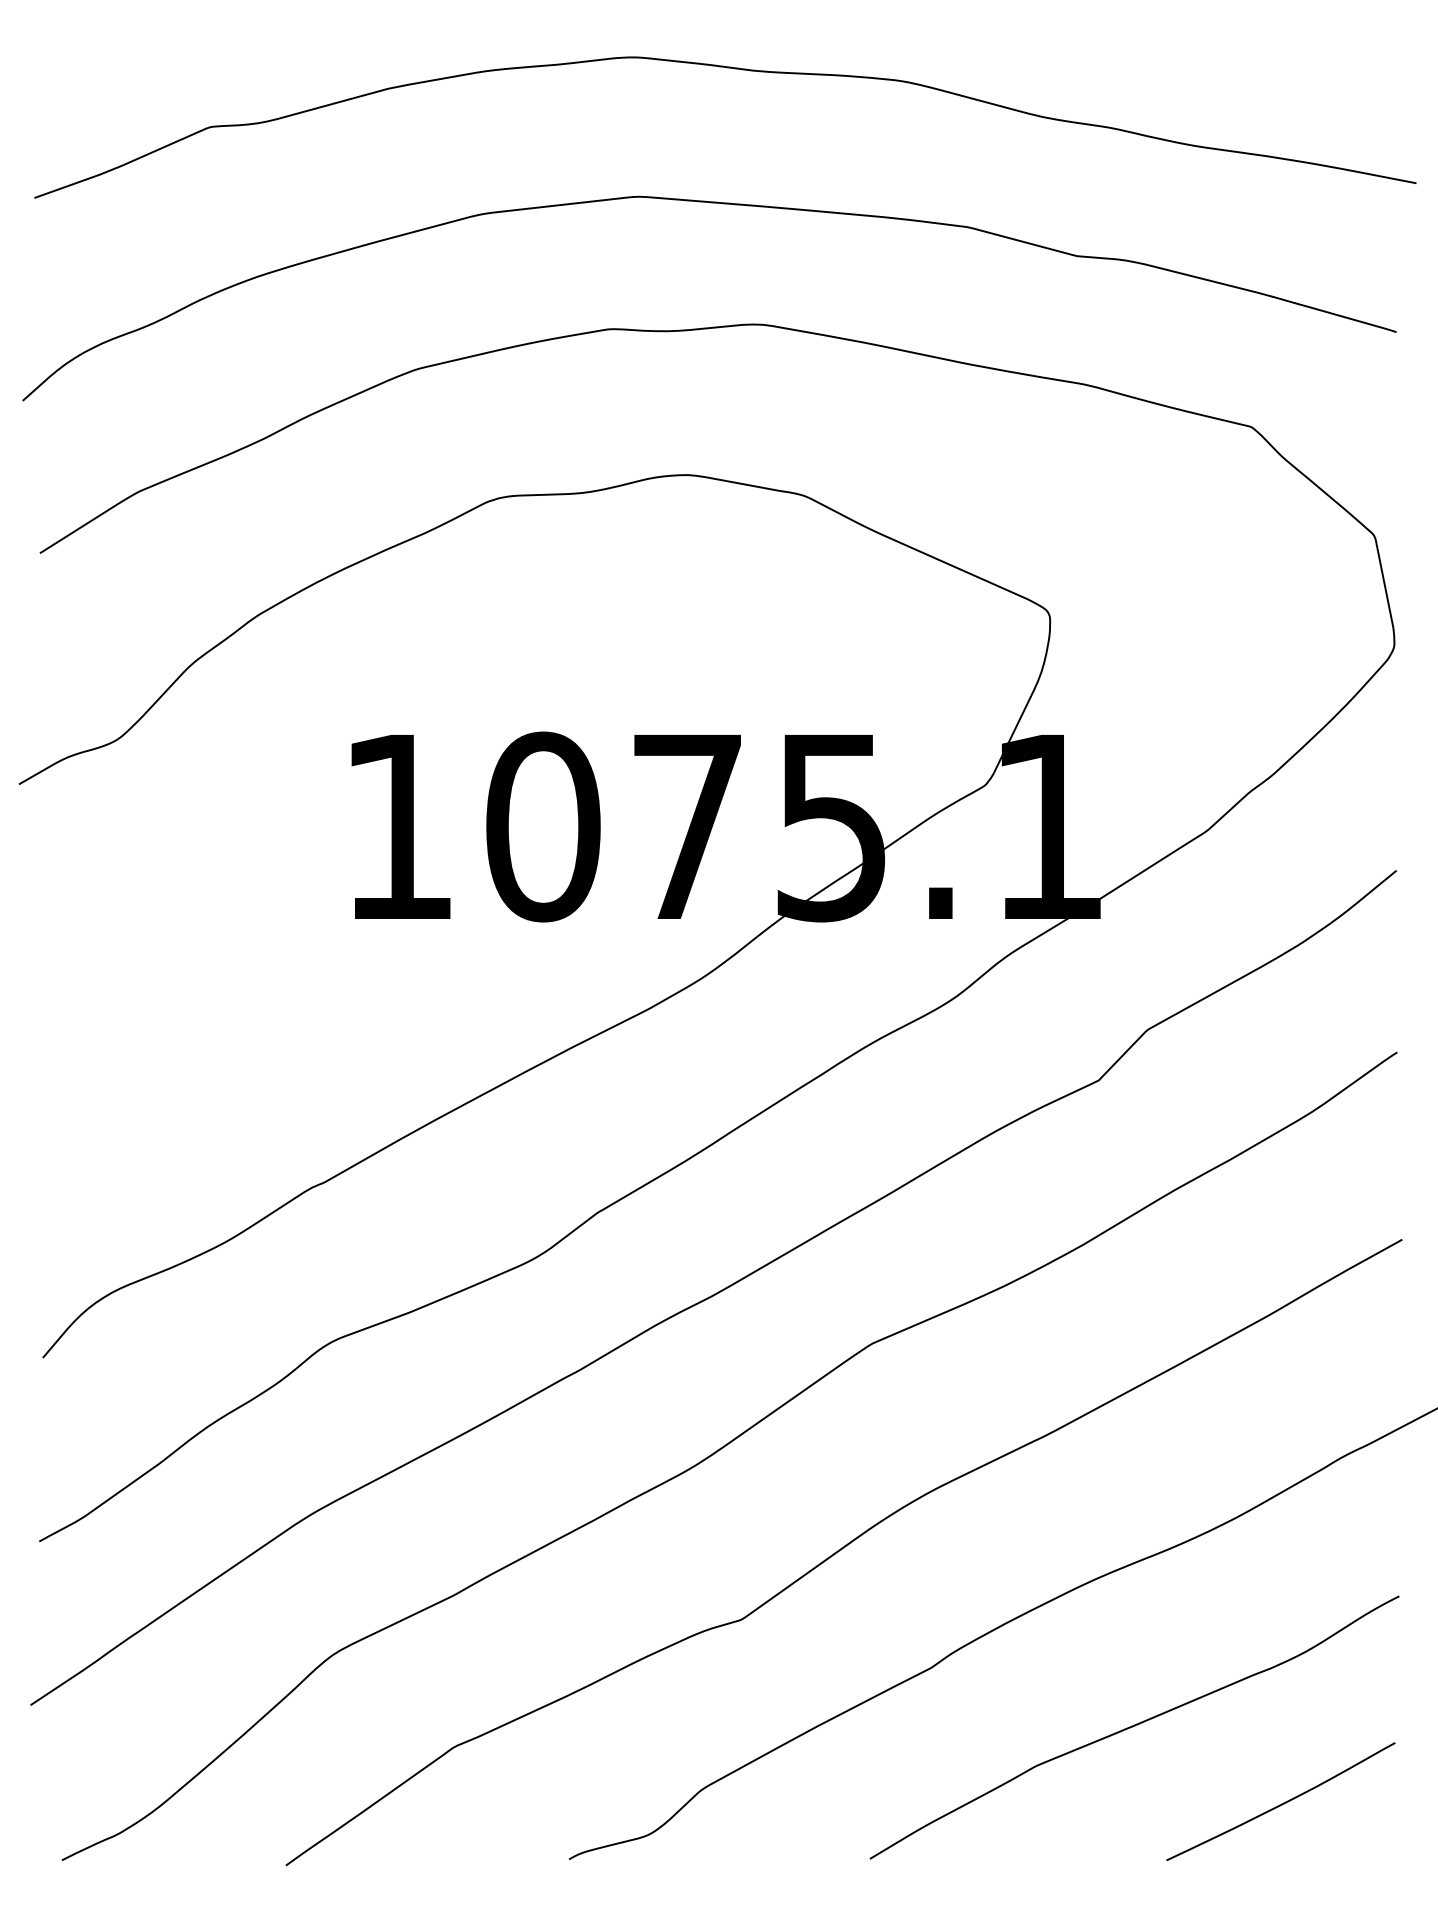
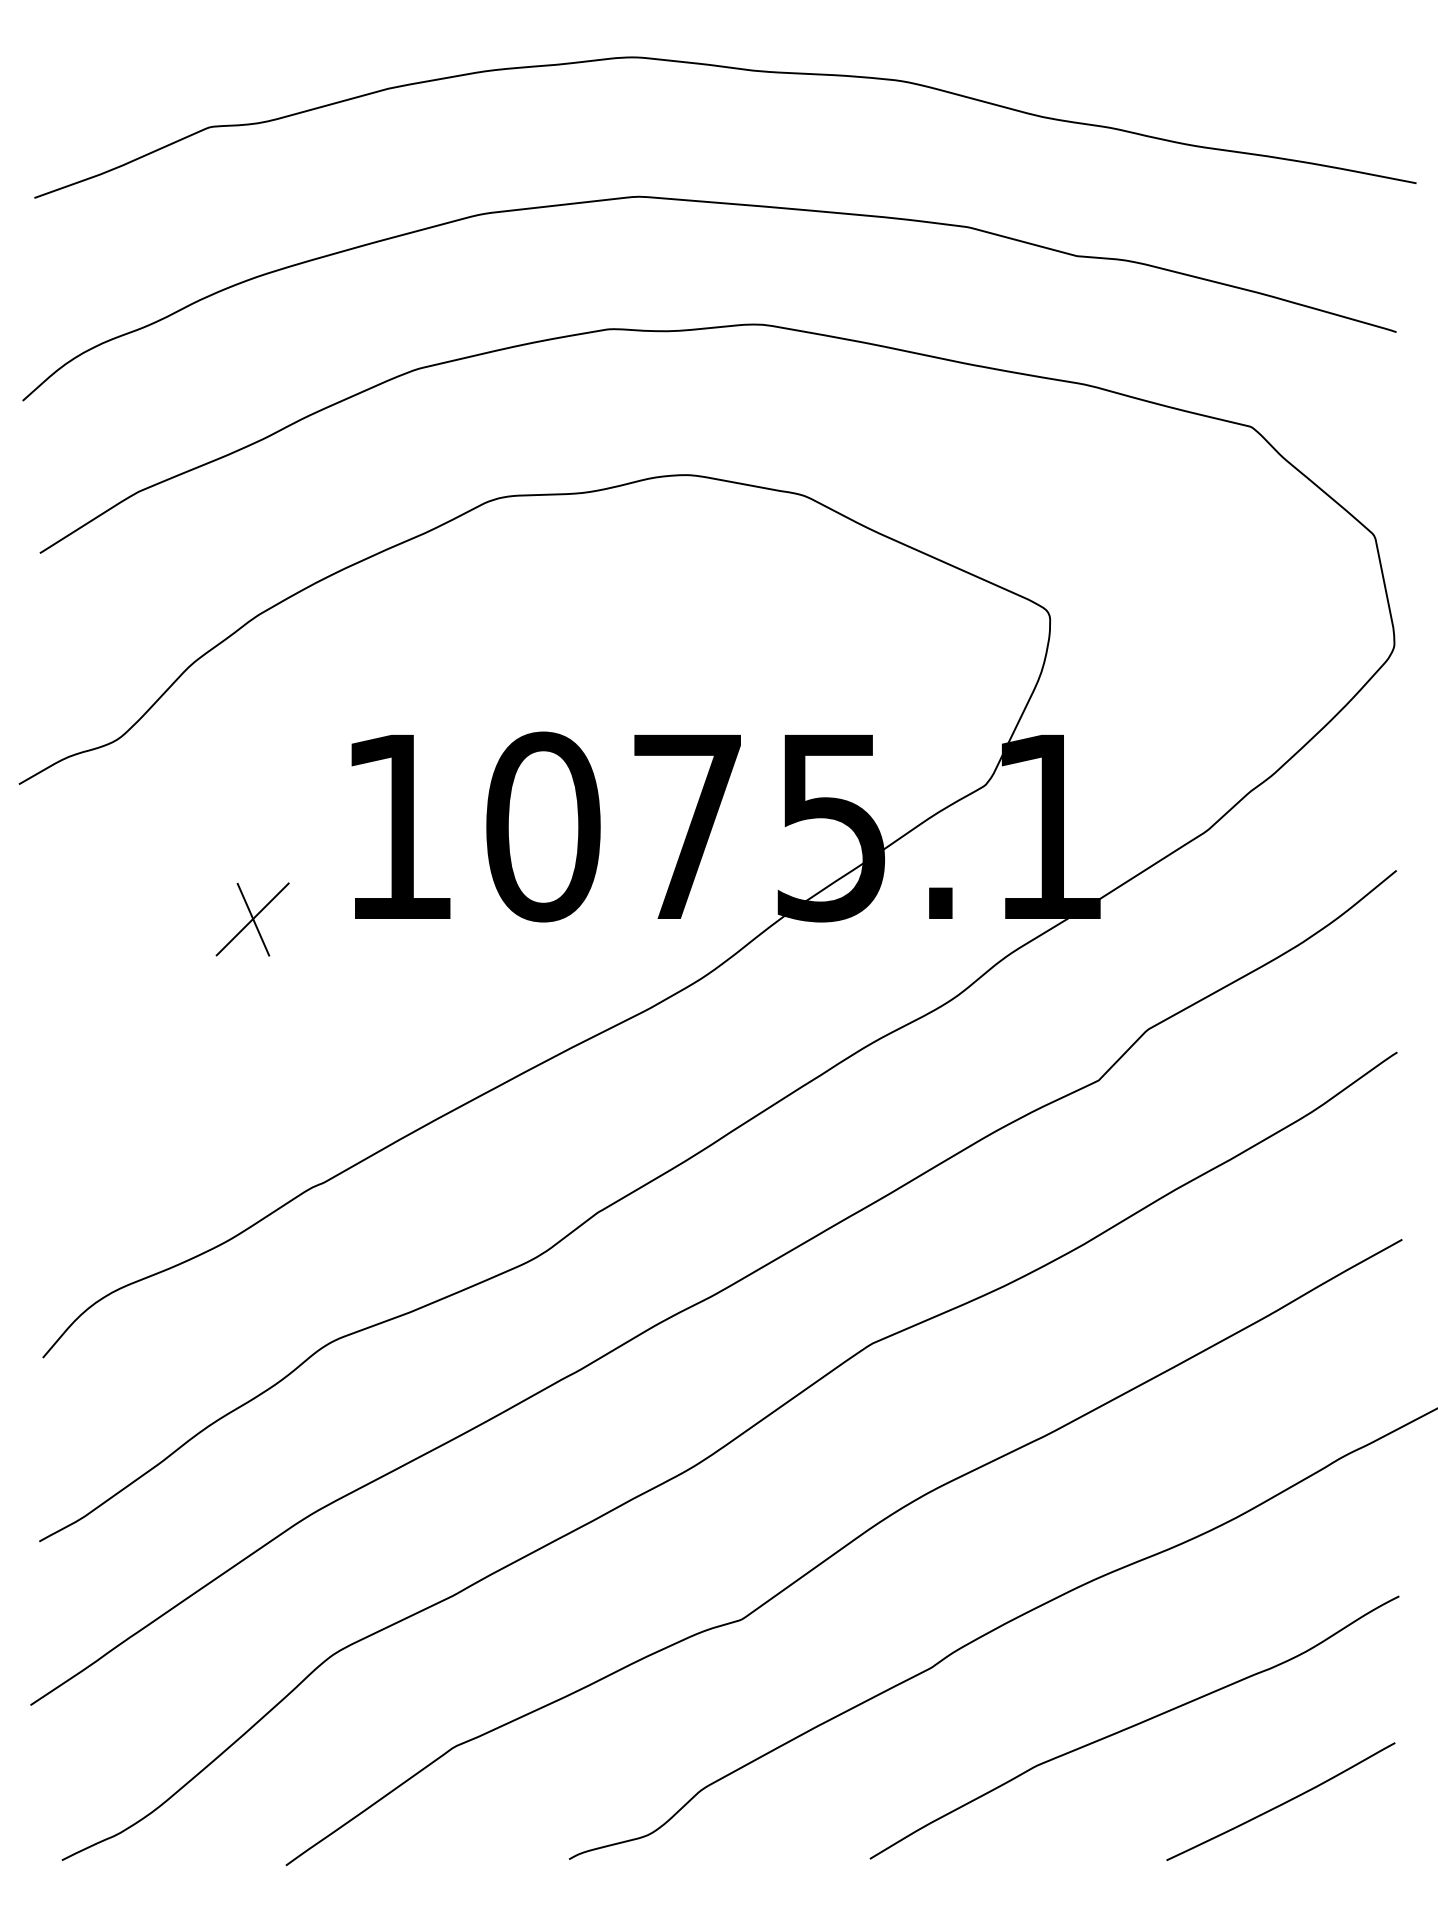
part at (252, 919): none -> present
